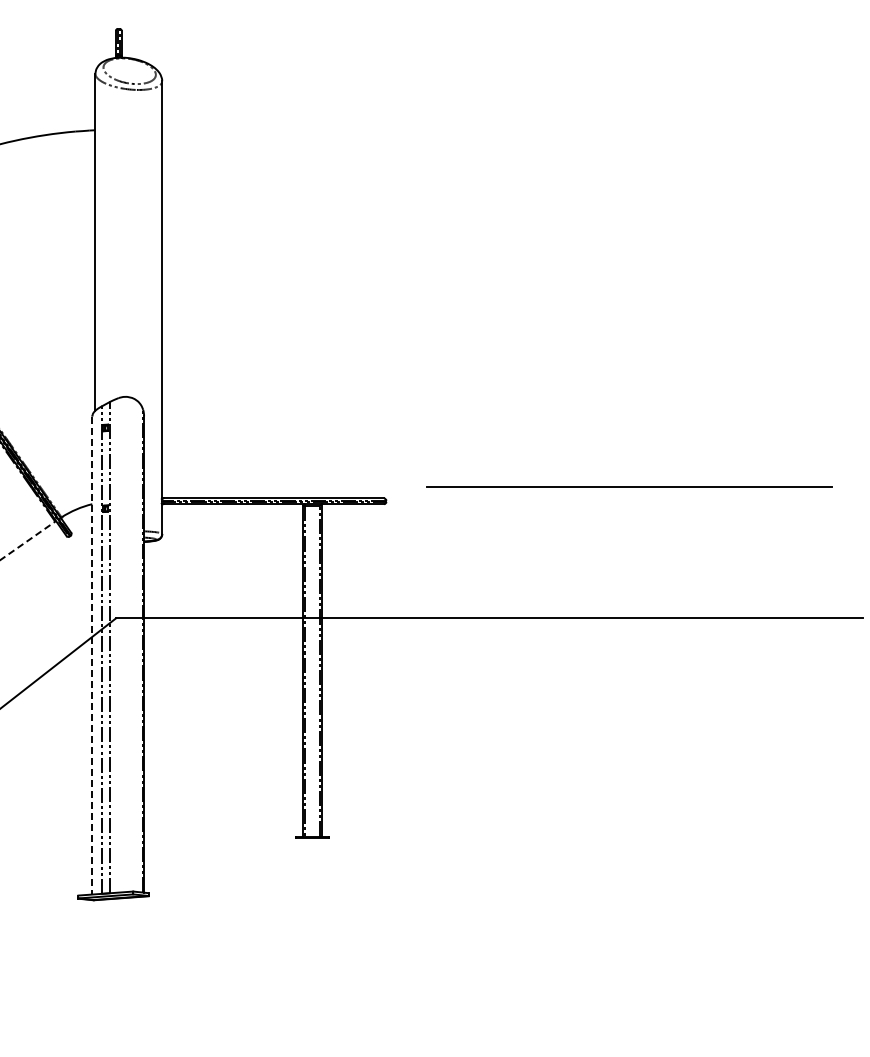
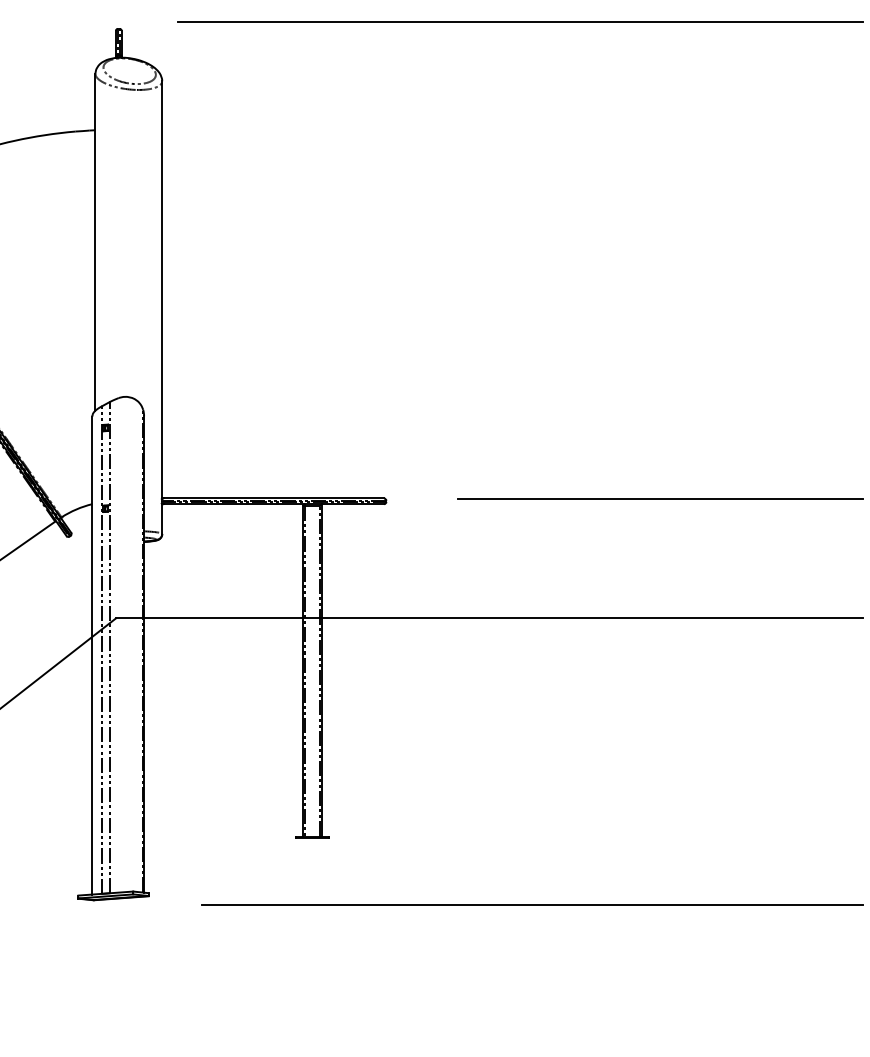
line at (520, 22): none -> present
line at (629, 486) position: (629, 486) -> (660, 498)
line at (28, 540): dashed -> solid
line at (92, 655): dashed -> solid
line at (532, 904): none -> present
